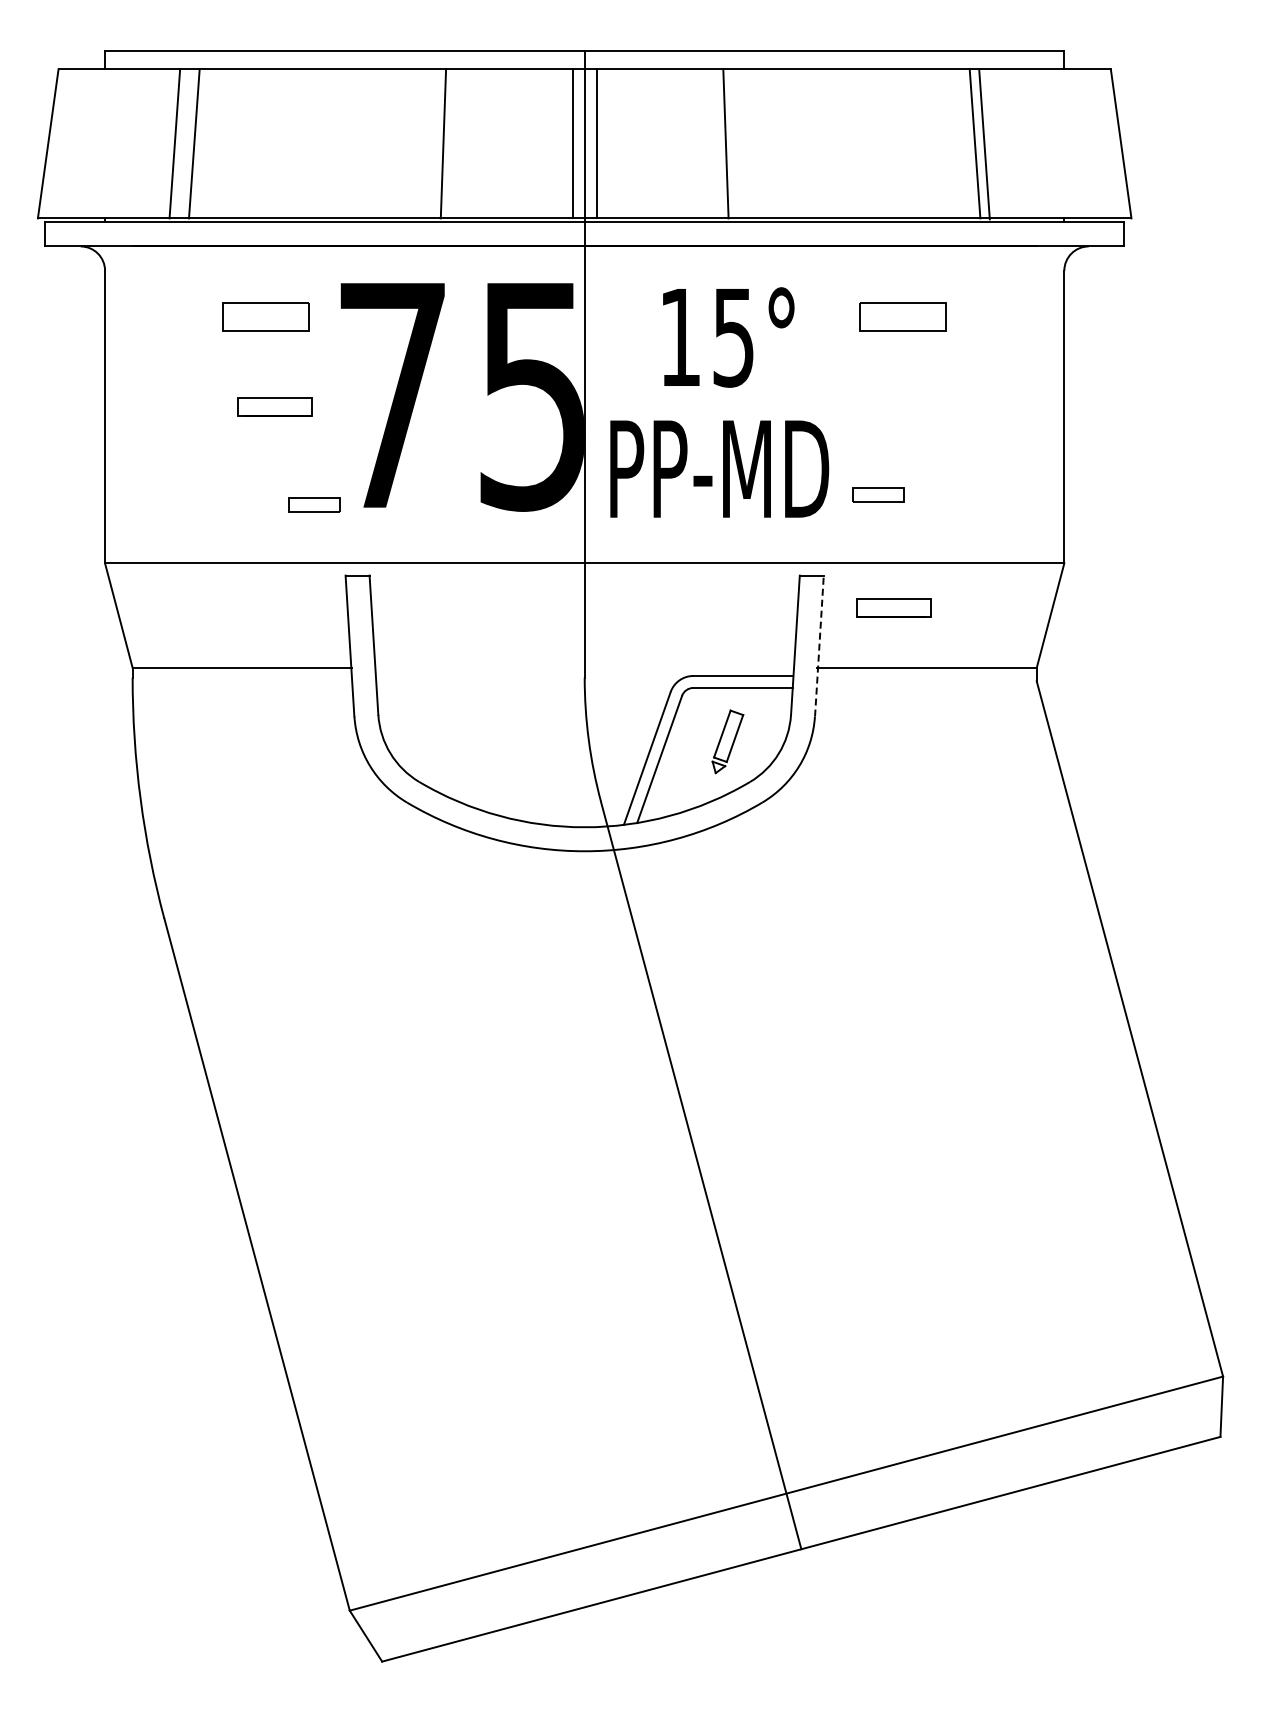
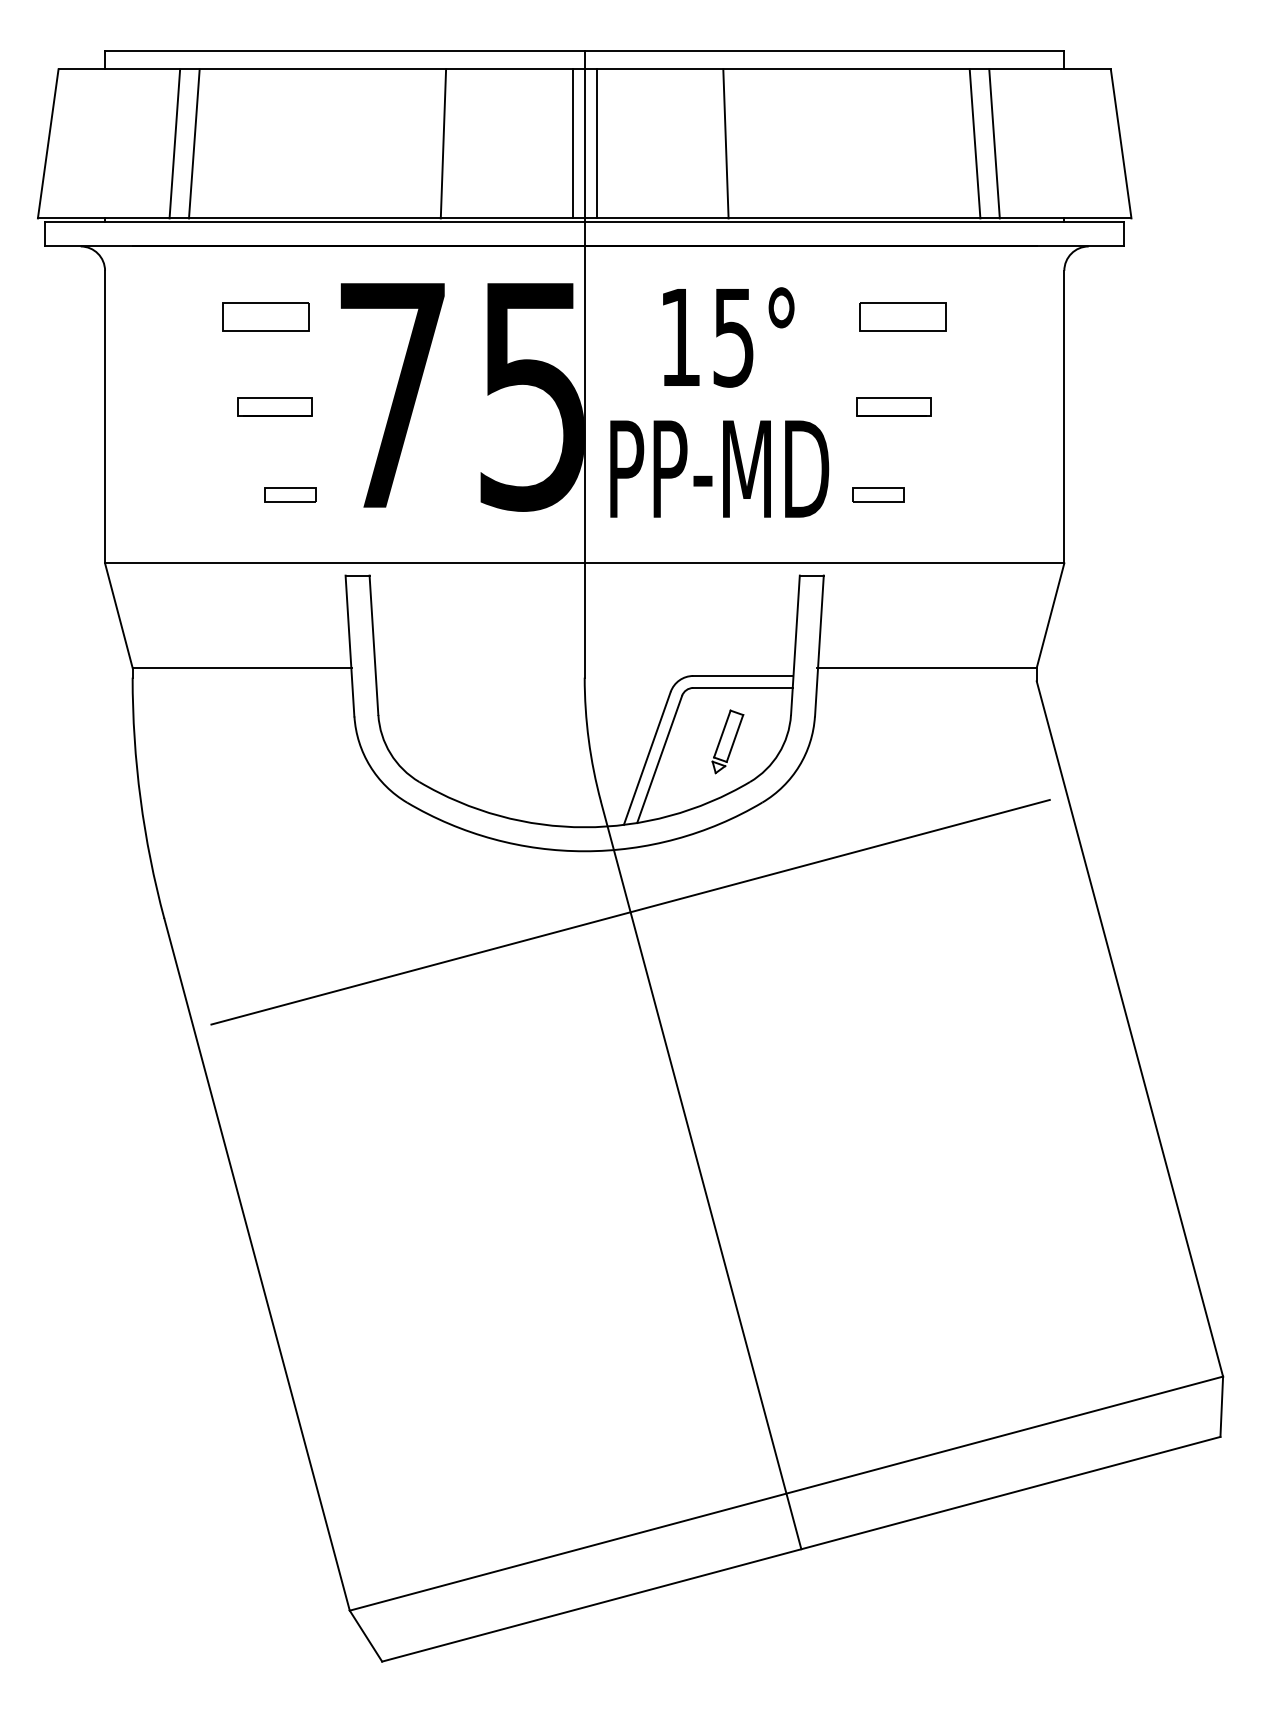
line at (984, 144) position: (984, 144) -> (994, 143)
part at (314, 504) position: (314, 504) -> (290, 494)
part at (893, 607) position: (893, 607) -> (893, 406)
line at (819, 646): dashed -> solid
line at (630, 911): none -> present
